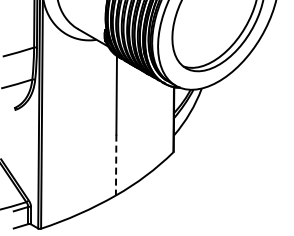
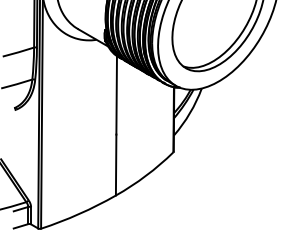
line at (116, 165): dashed -> solid
